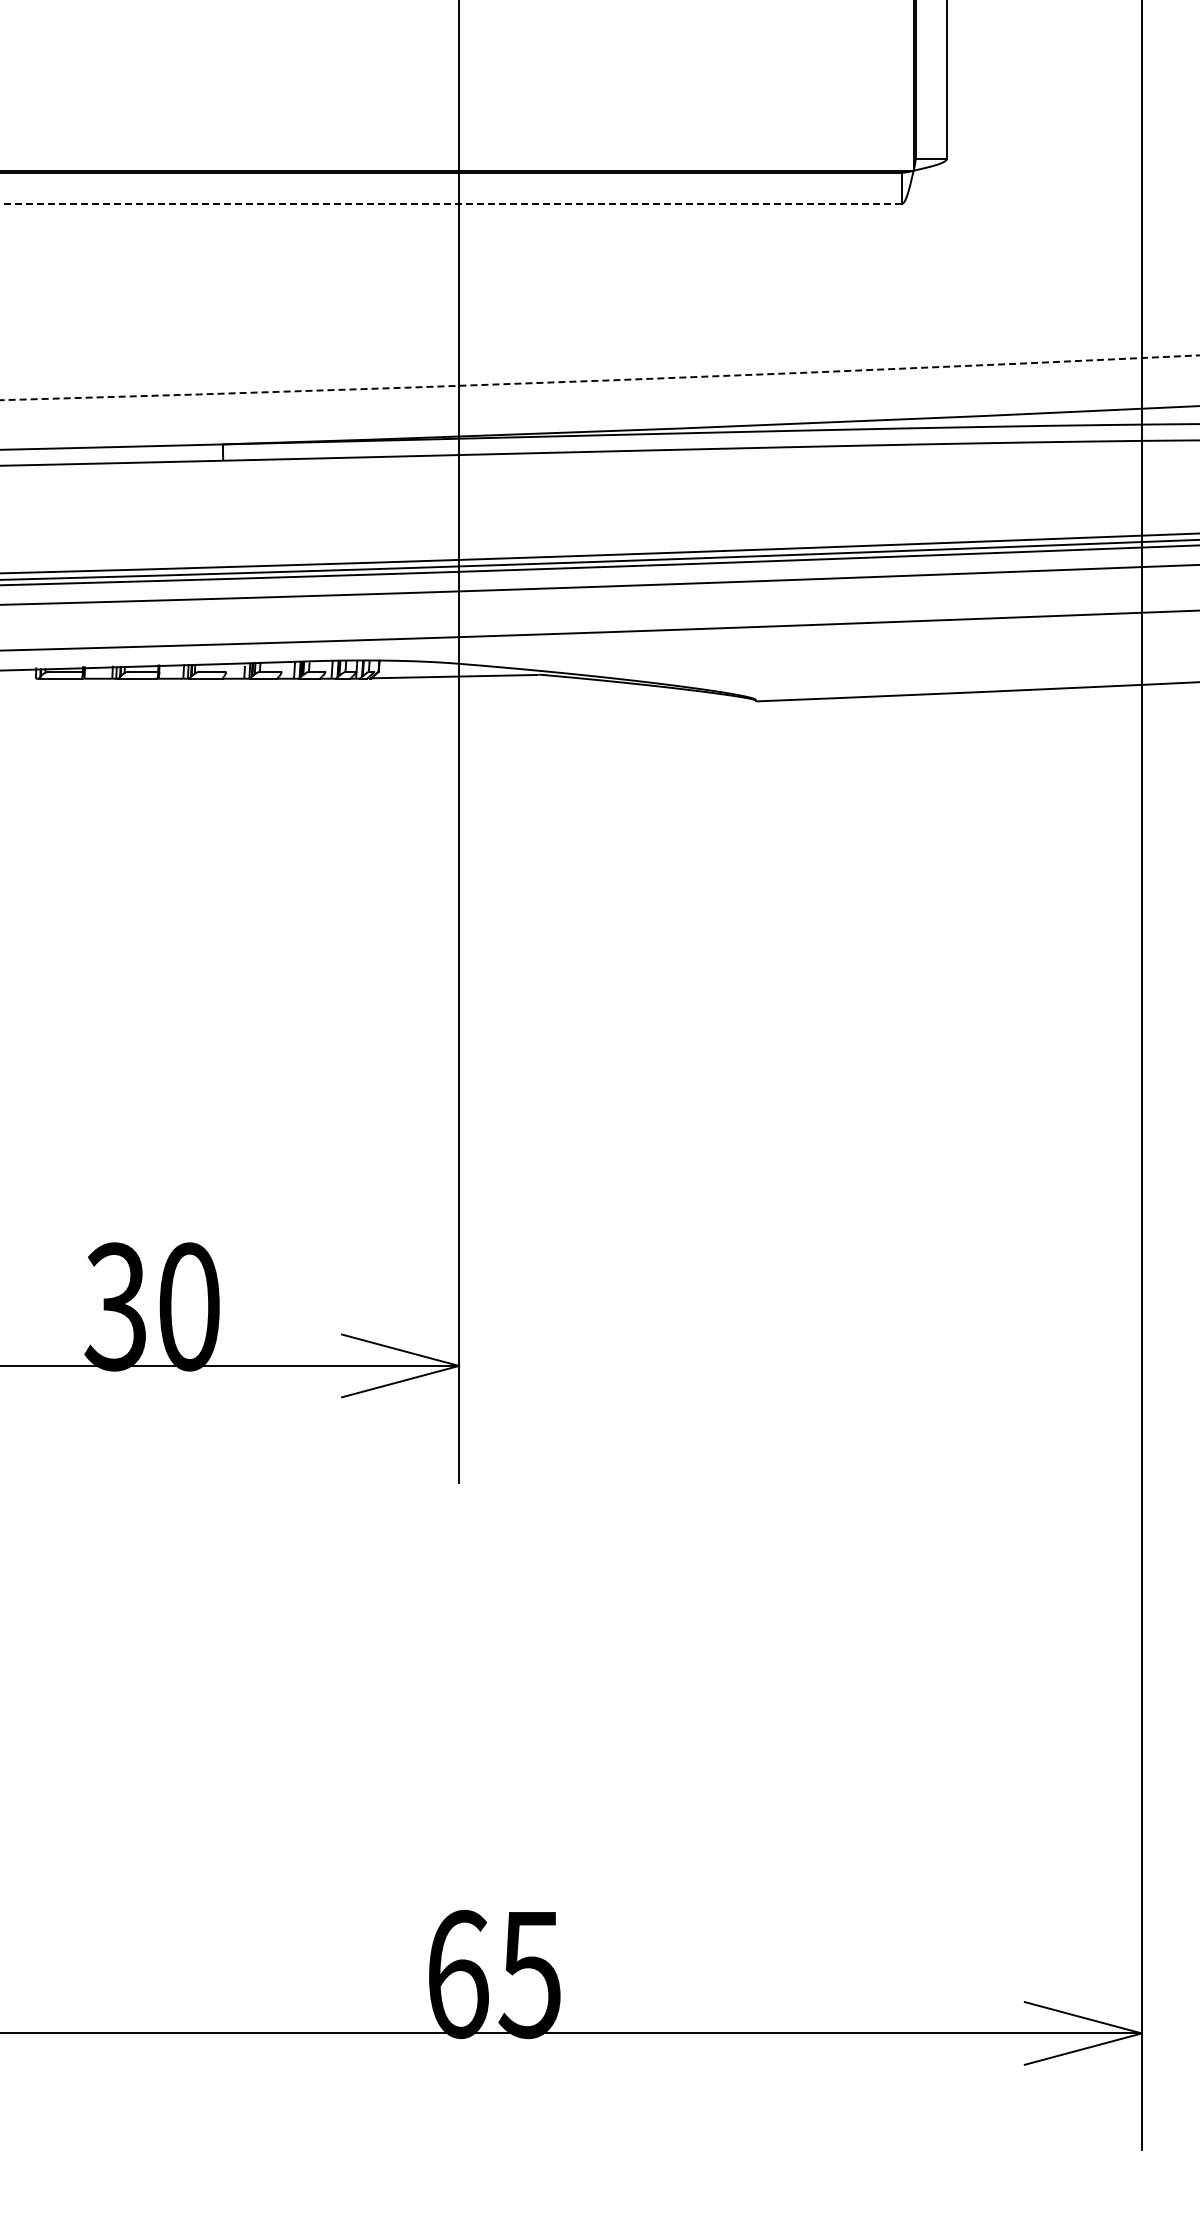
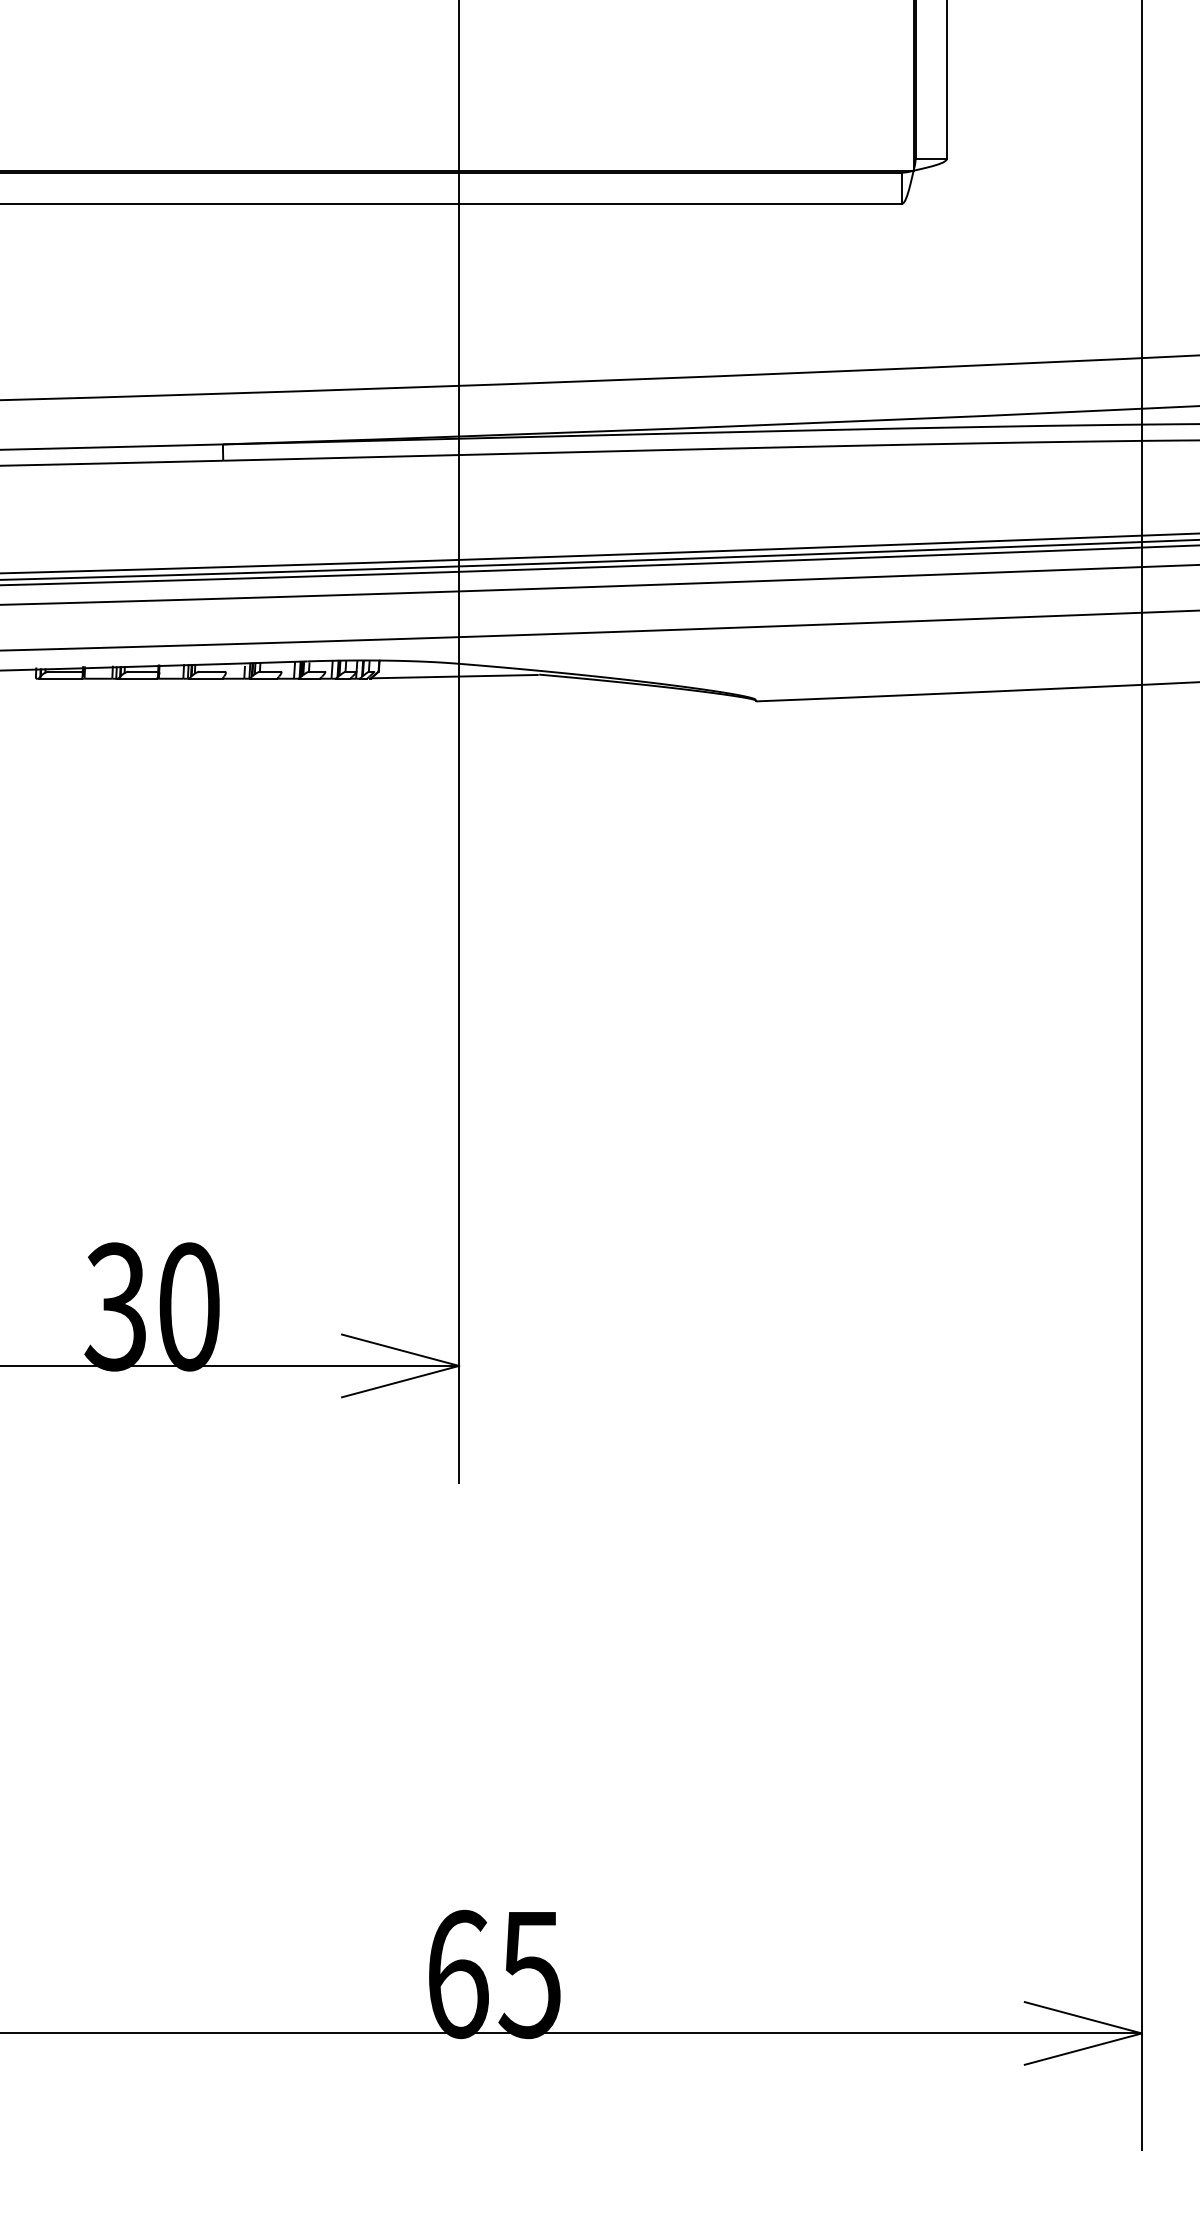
line at (451, 203): dashed -> solid
arc at (600, 380): dashed -> solid
